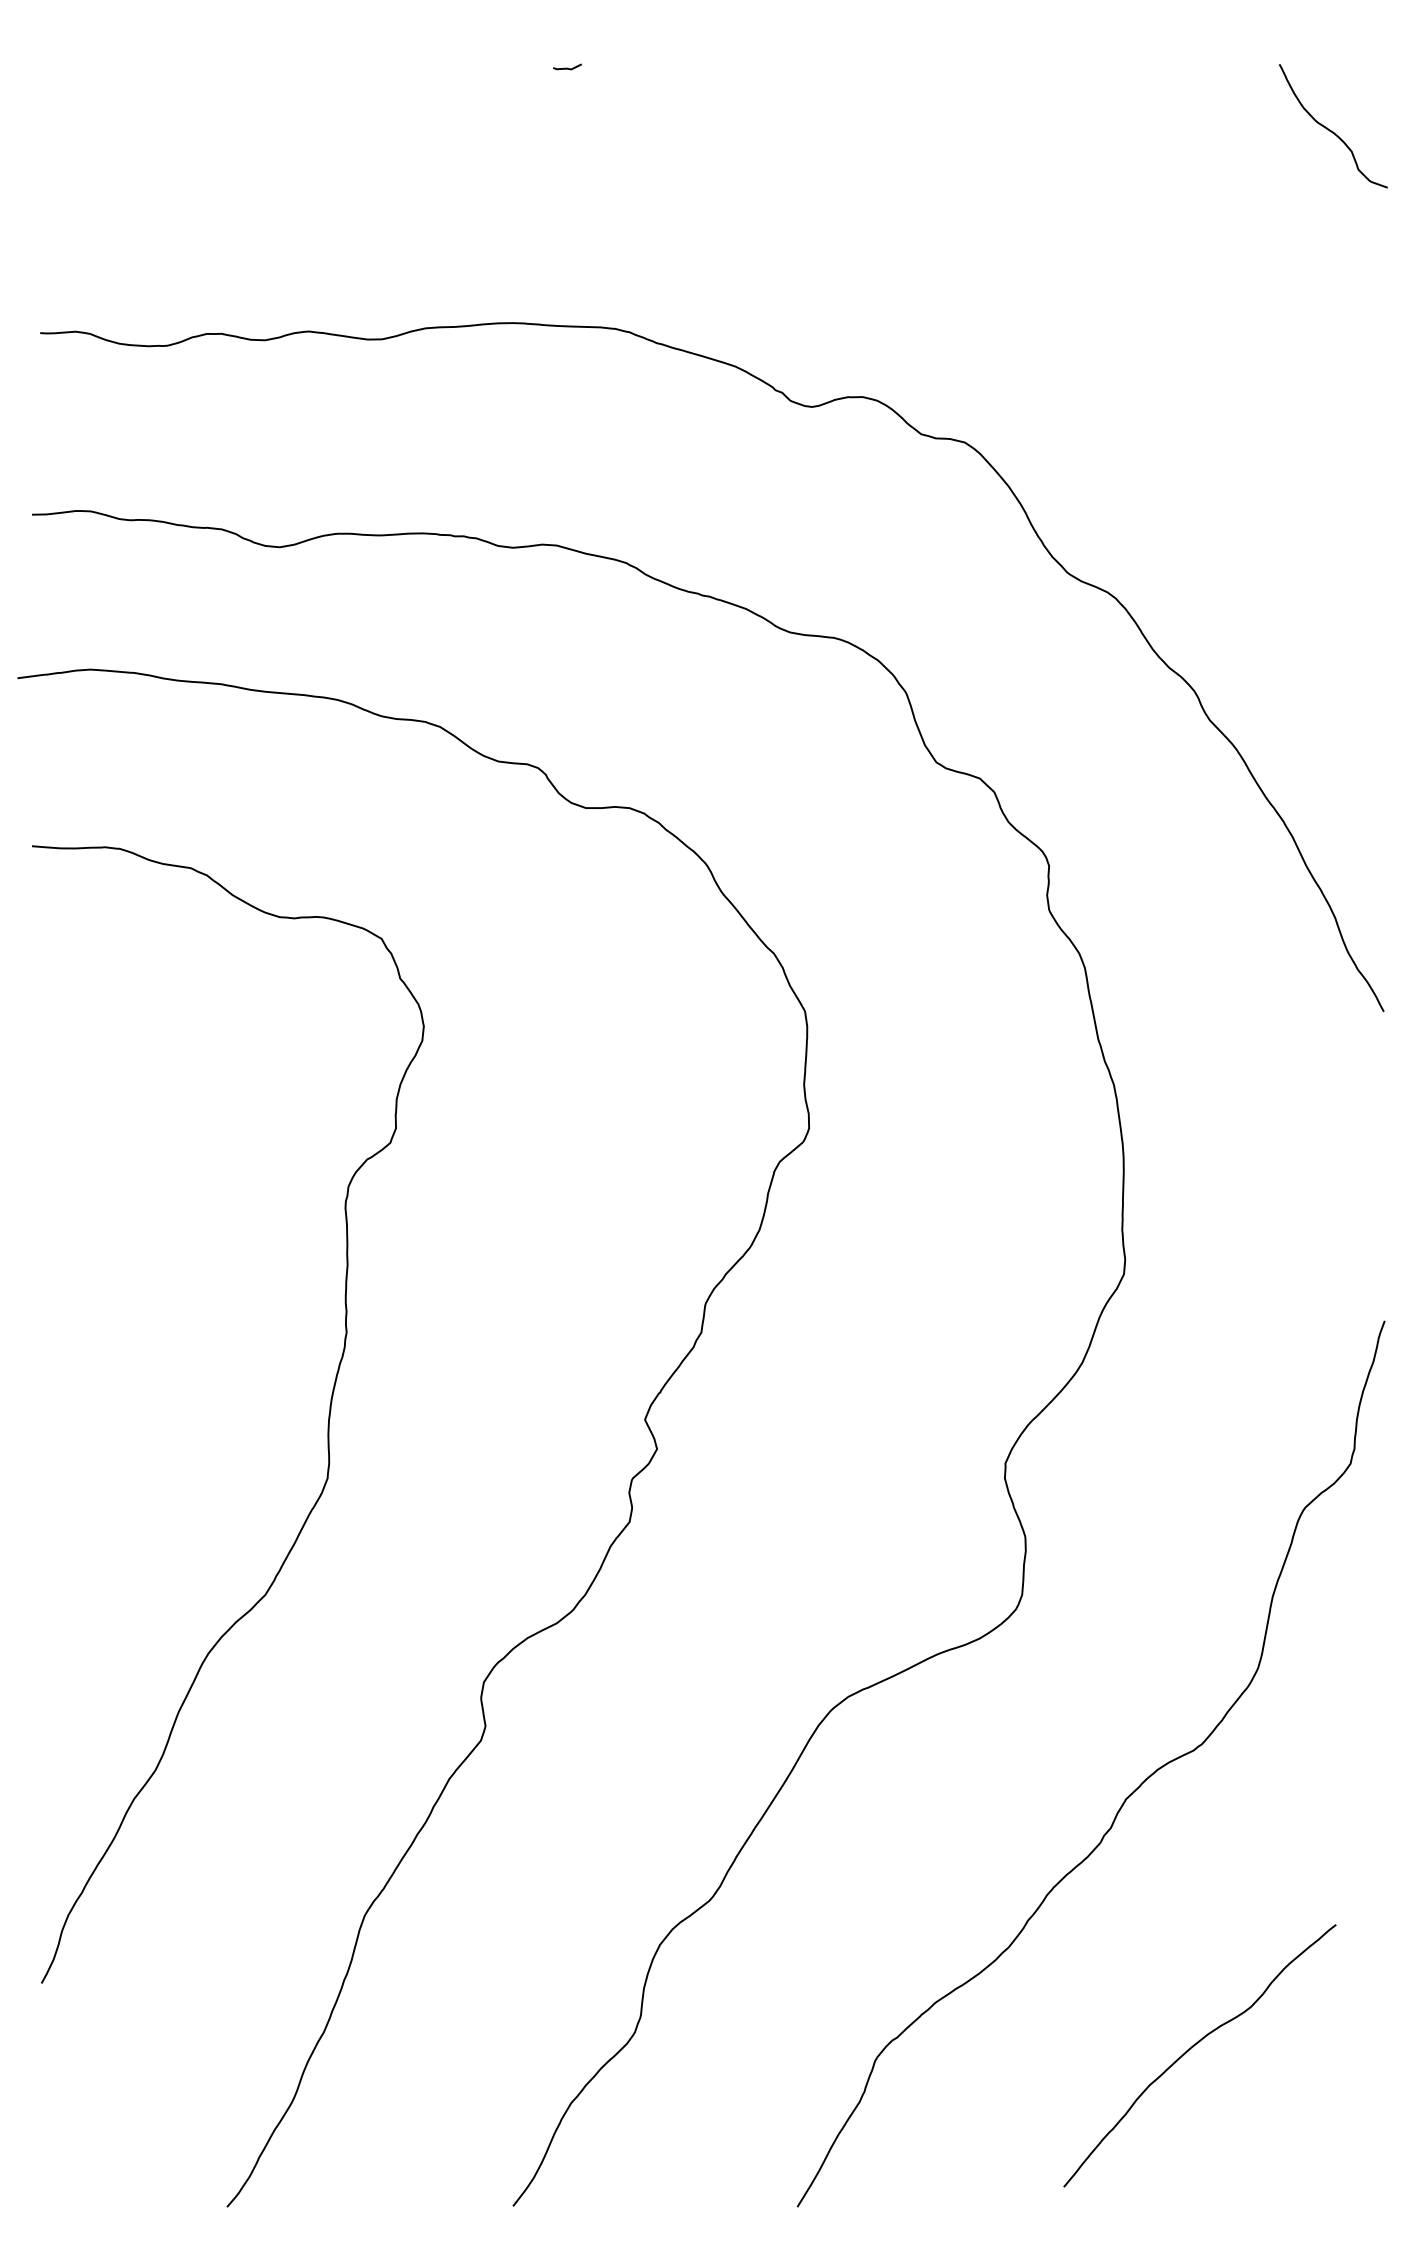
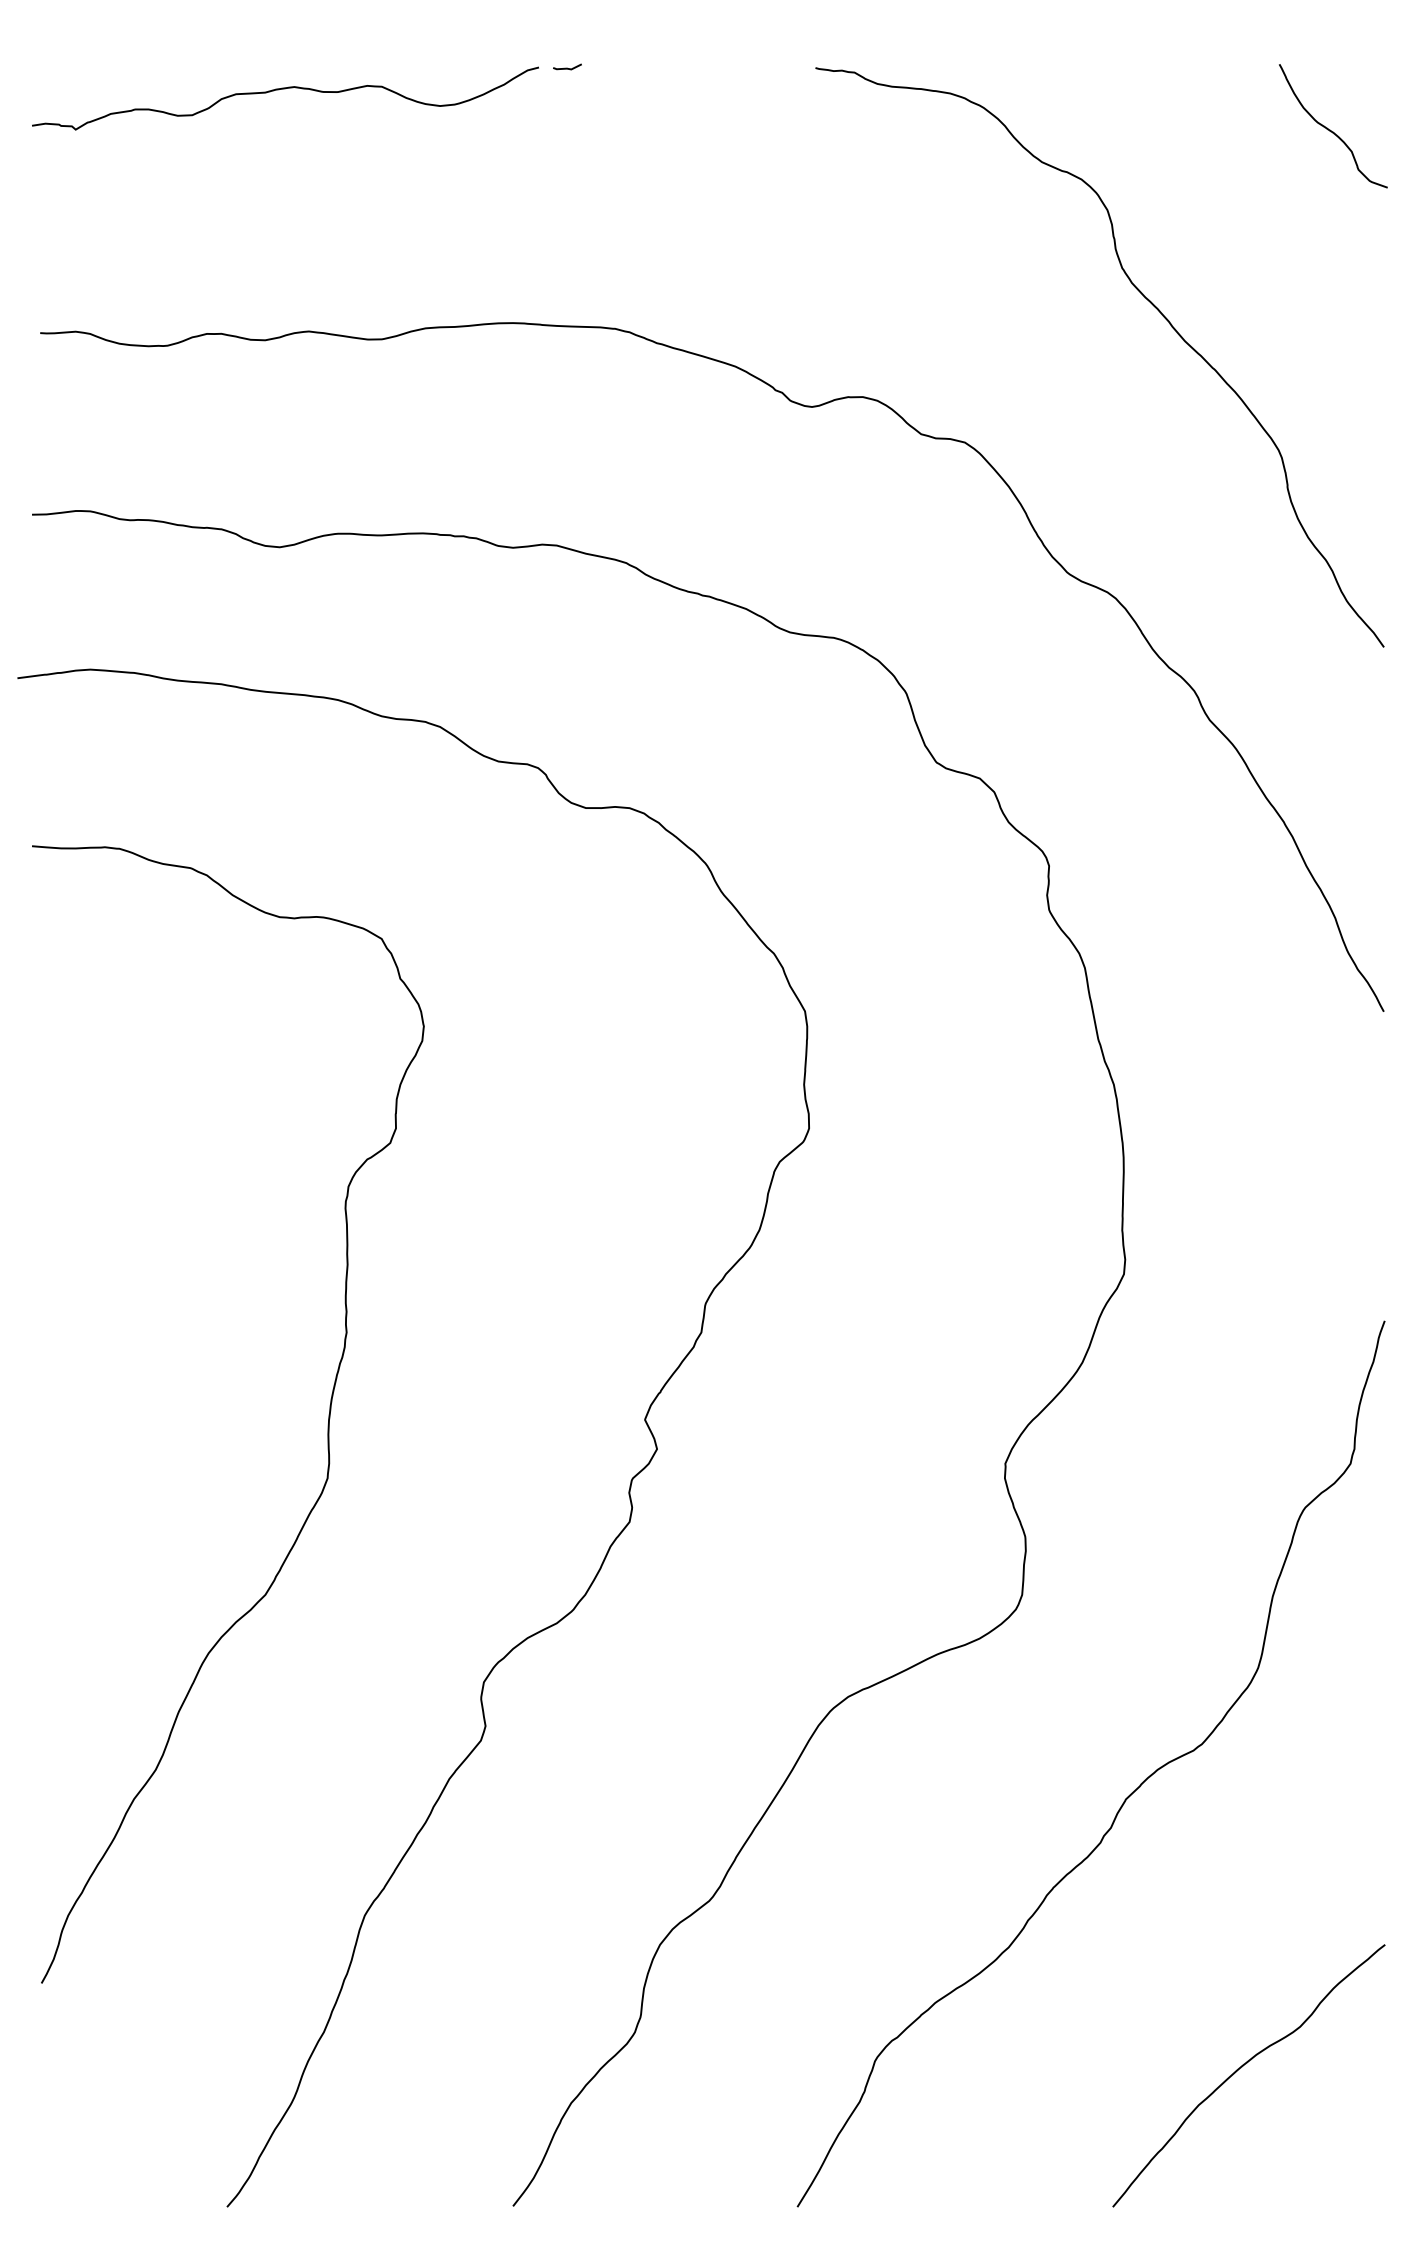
curve at (285, 89): none -> present
curve at (1151, 304): none -> present
curve at (1193, 2047) position: (1193, 2047) -> (1242, 2067)
